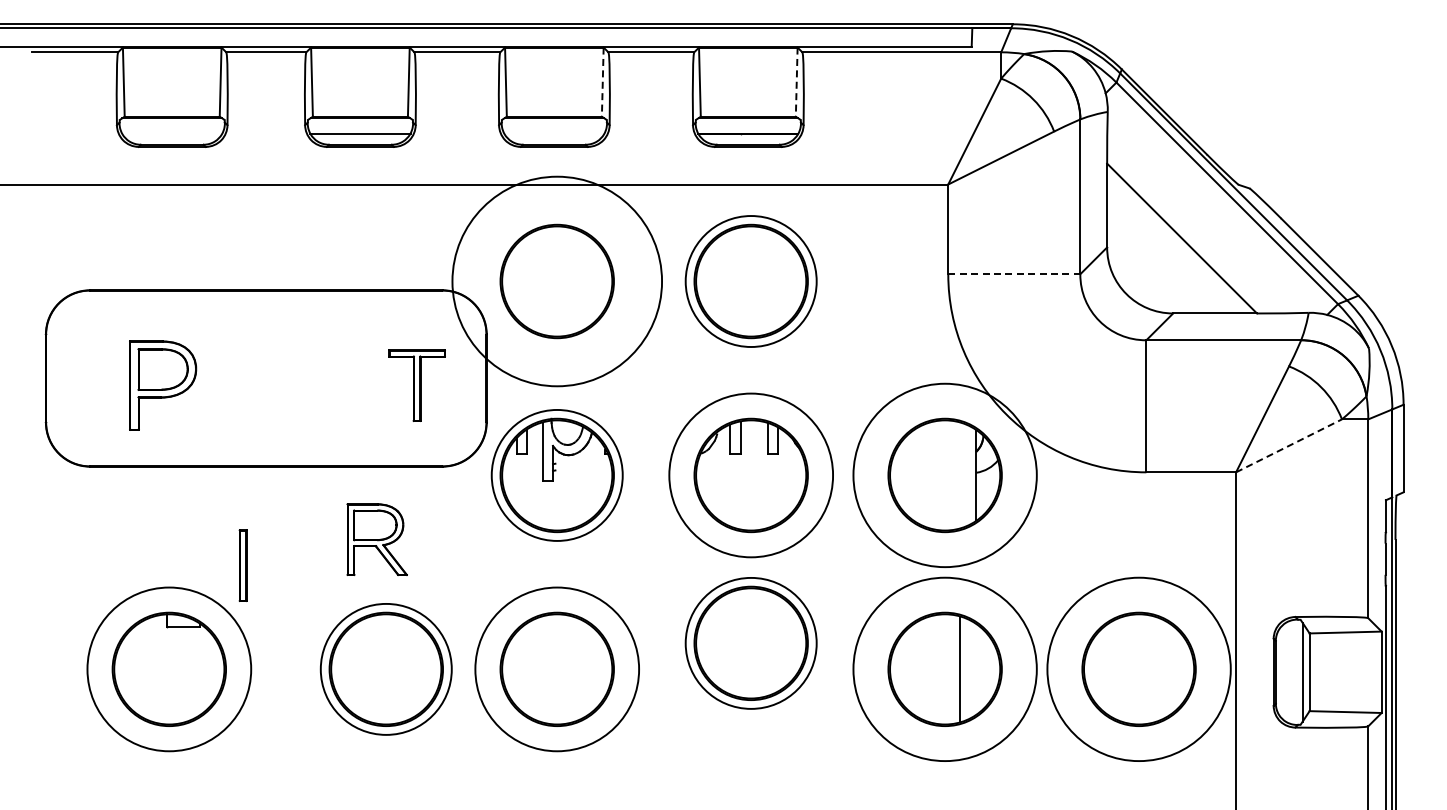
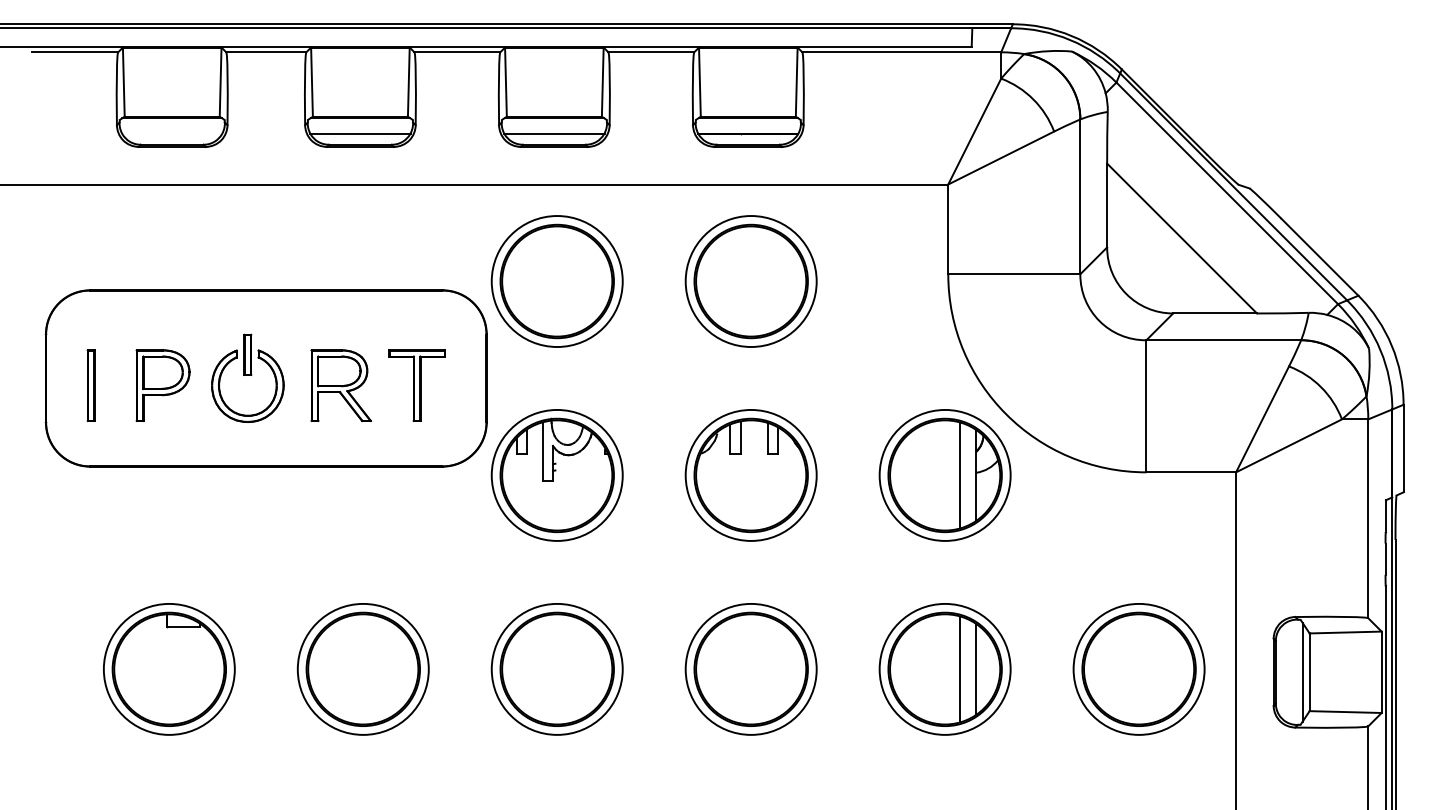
line at (602, 82): dashed -> solid
line at (796, 82): dashed -> solid
line at (554, 133): none -> present
line at (1014, 274): dashed -> solid
circle at (557, 281) diameter: 210 px -> 131 px
part at (247, 377): none -> present
part at (163, 385) size: 69x91 px -> 56x73 px
line at (1289, 445): dashed -> solid
circle at (751, 475) diameter: 164 px -> 131 px
circle at (944, 475) diameter: 183 px -> 131 px
line at (960, 475): none -> present
part at (376, 539) position: (376, 539) -> (340, 385)
part at (242, 565) position: (242, 565) -> (90, 385)
part at (750, 643) position: (750, 643) -> (750, 669)
circle at (169, 669) diameter: 164 px -> 131 px
part at (385, 669) position: (385, 669) -> (362, 669)
circle at (557, 669) diameter: 164 px -> 131 px
circle at (944, 669) diameter: 183 px -> 131 px
line at (976, 669): none -> present
circle at (1138, 669) diameter: 183 px -> 131 px
